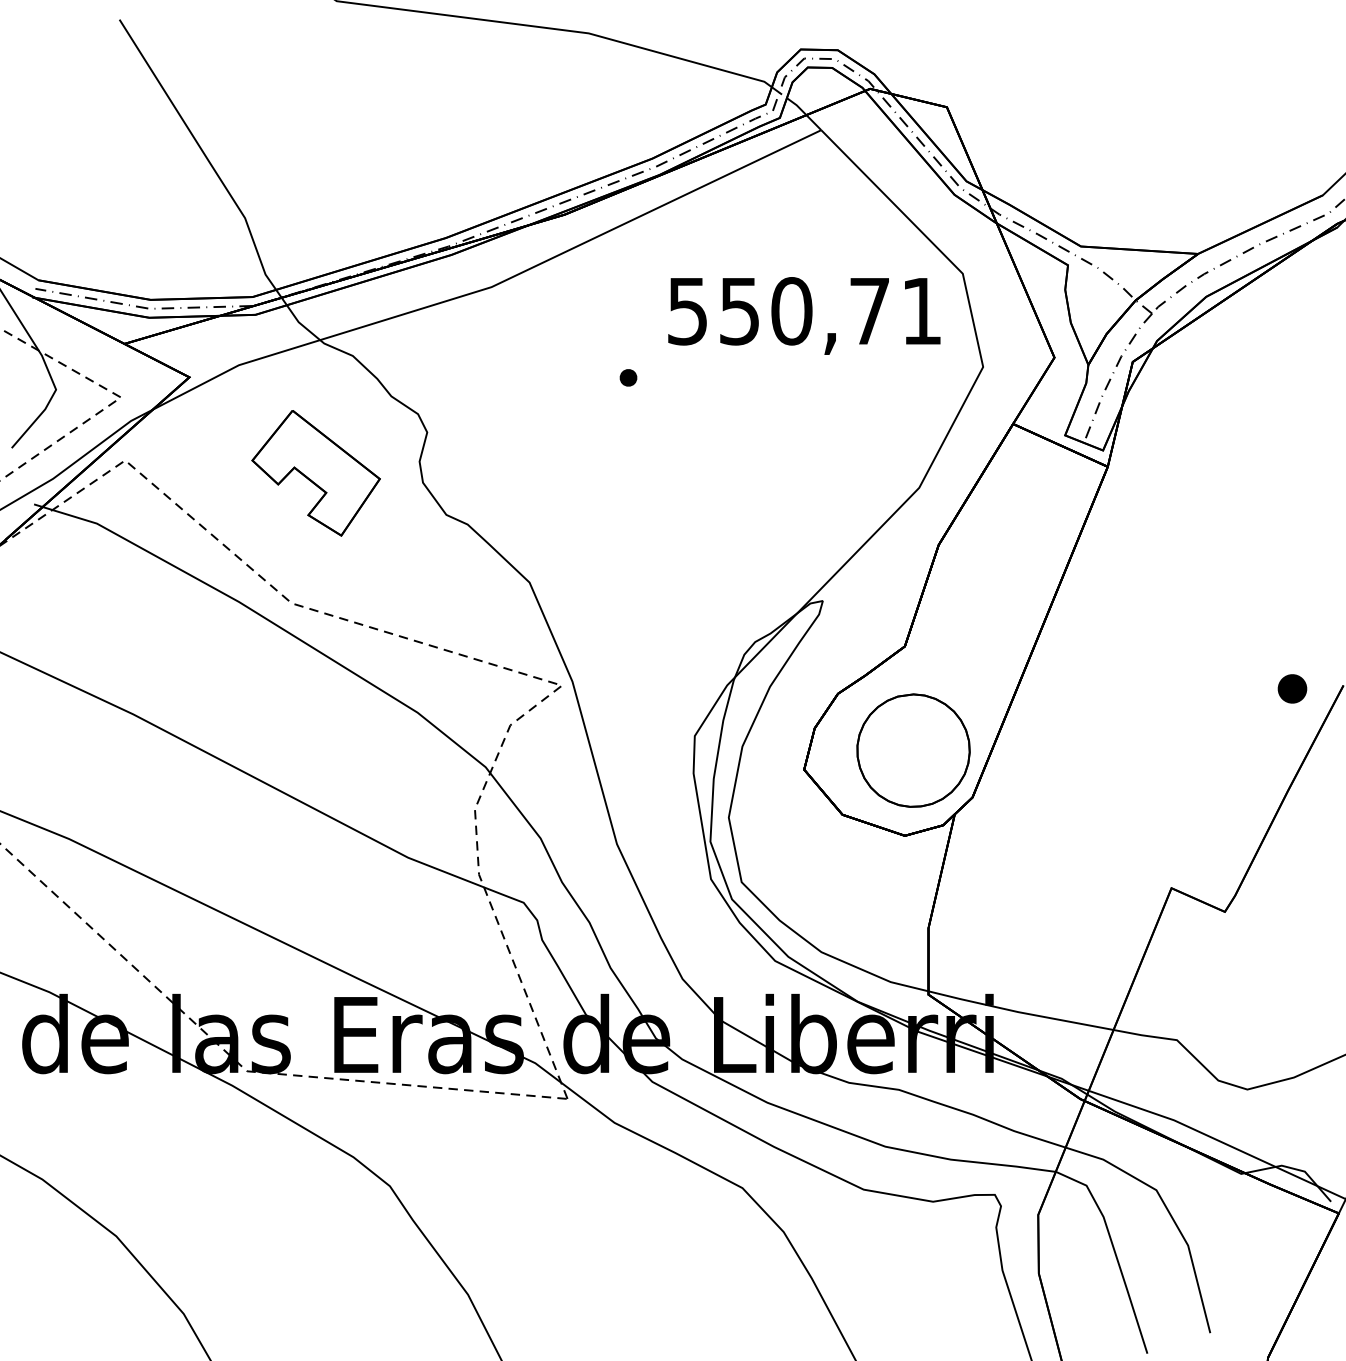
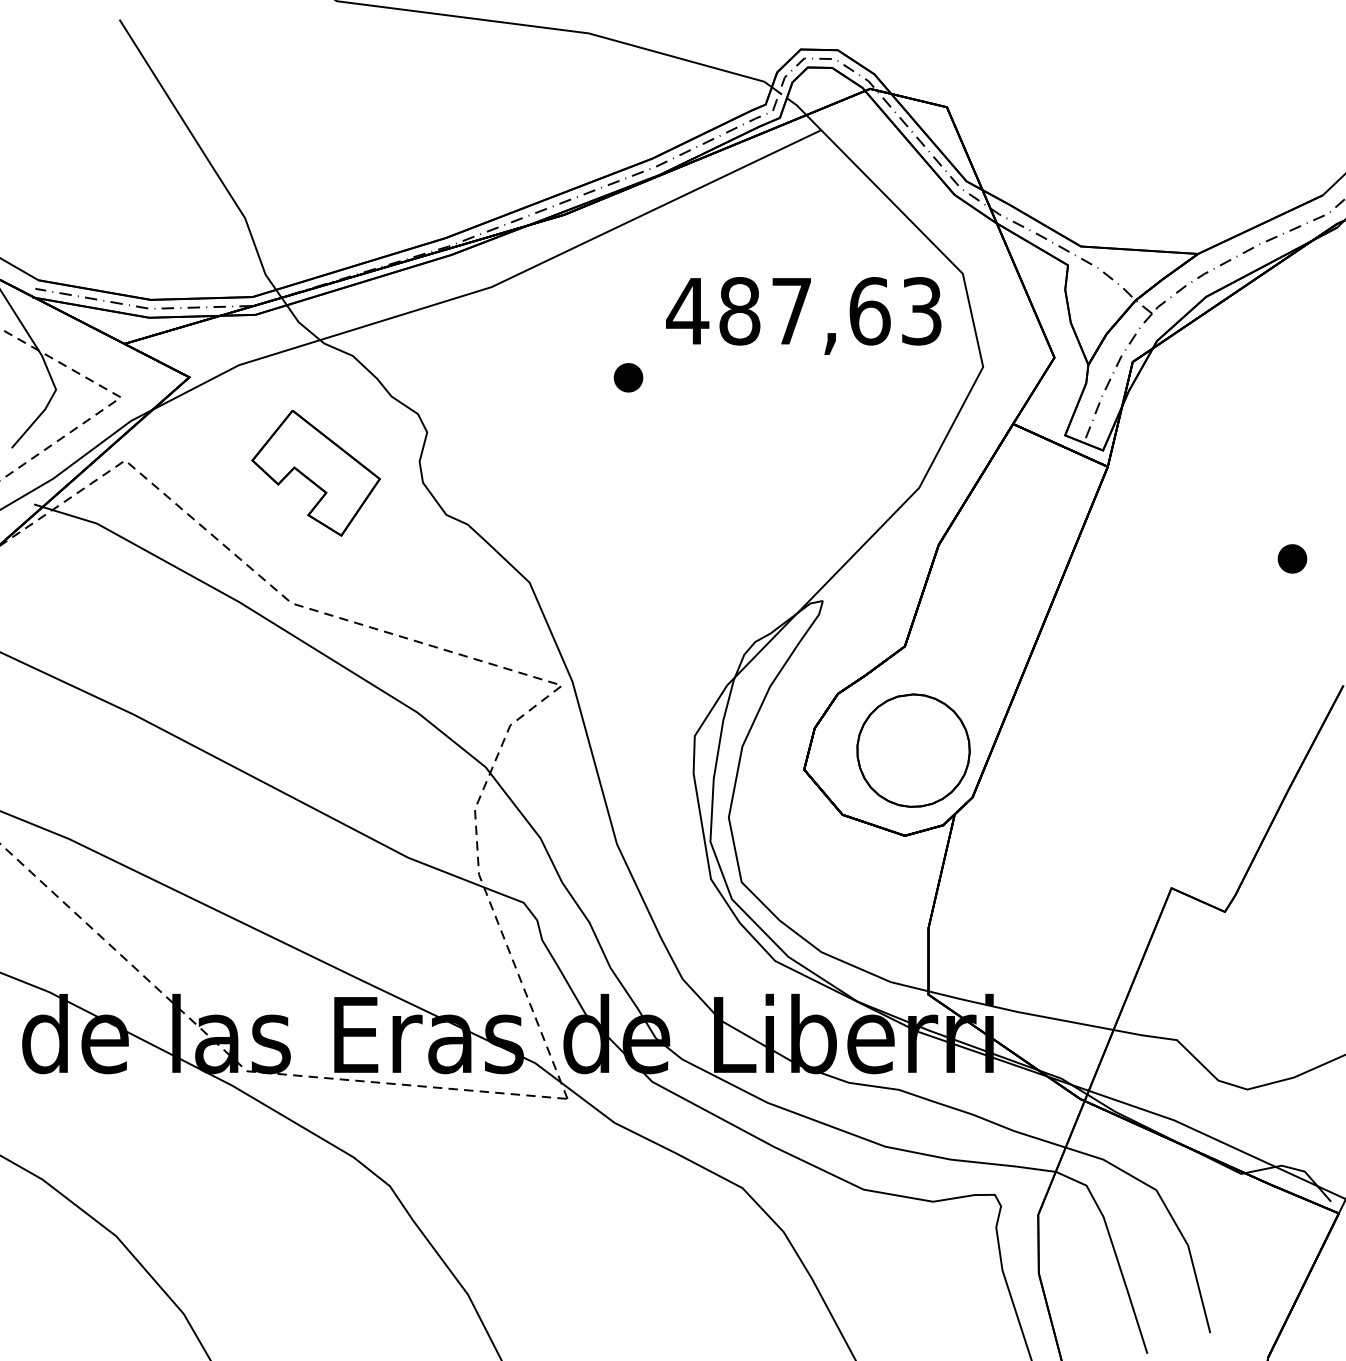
text at (803, 311): 550,71 -> 487,63
part at (628, 377) size: 19x18 px -> 31x30 px
part at (1292, 688) position: (1292, 688) -> (1292, 558)
